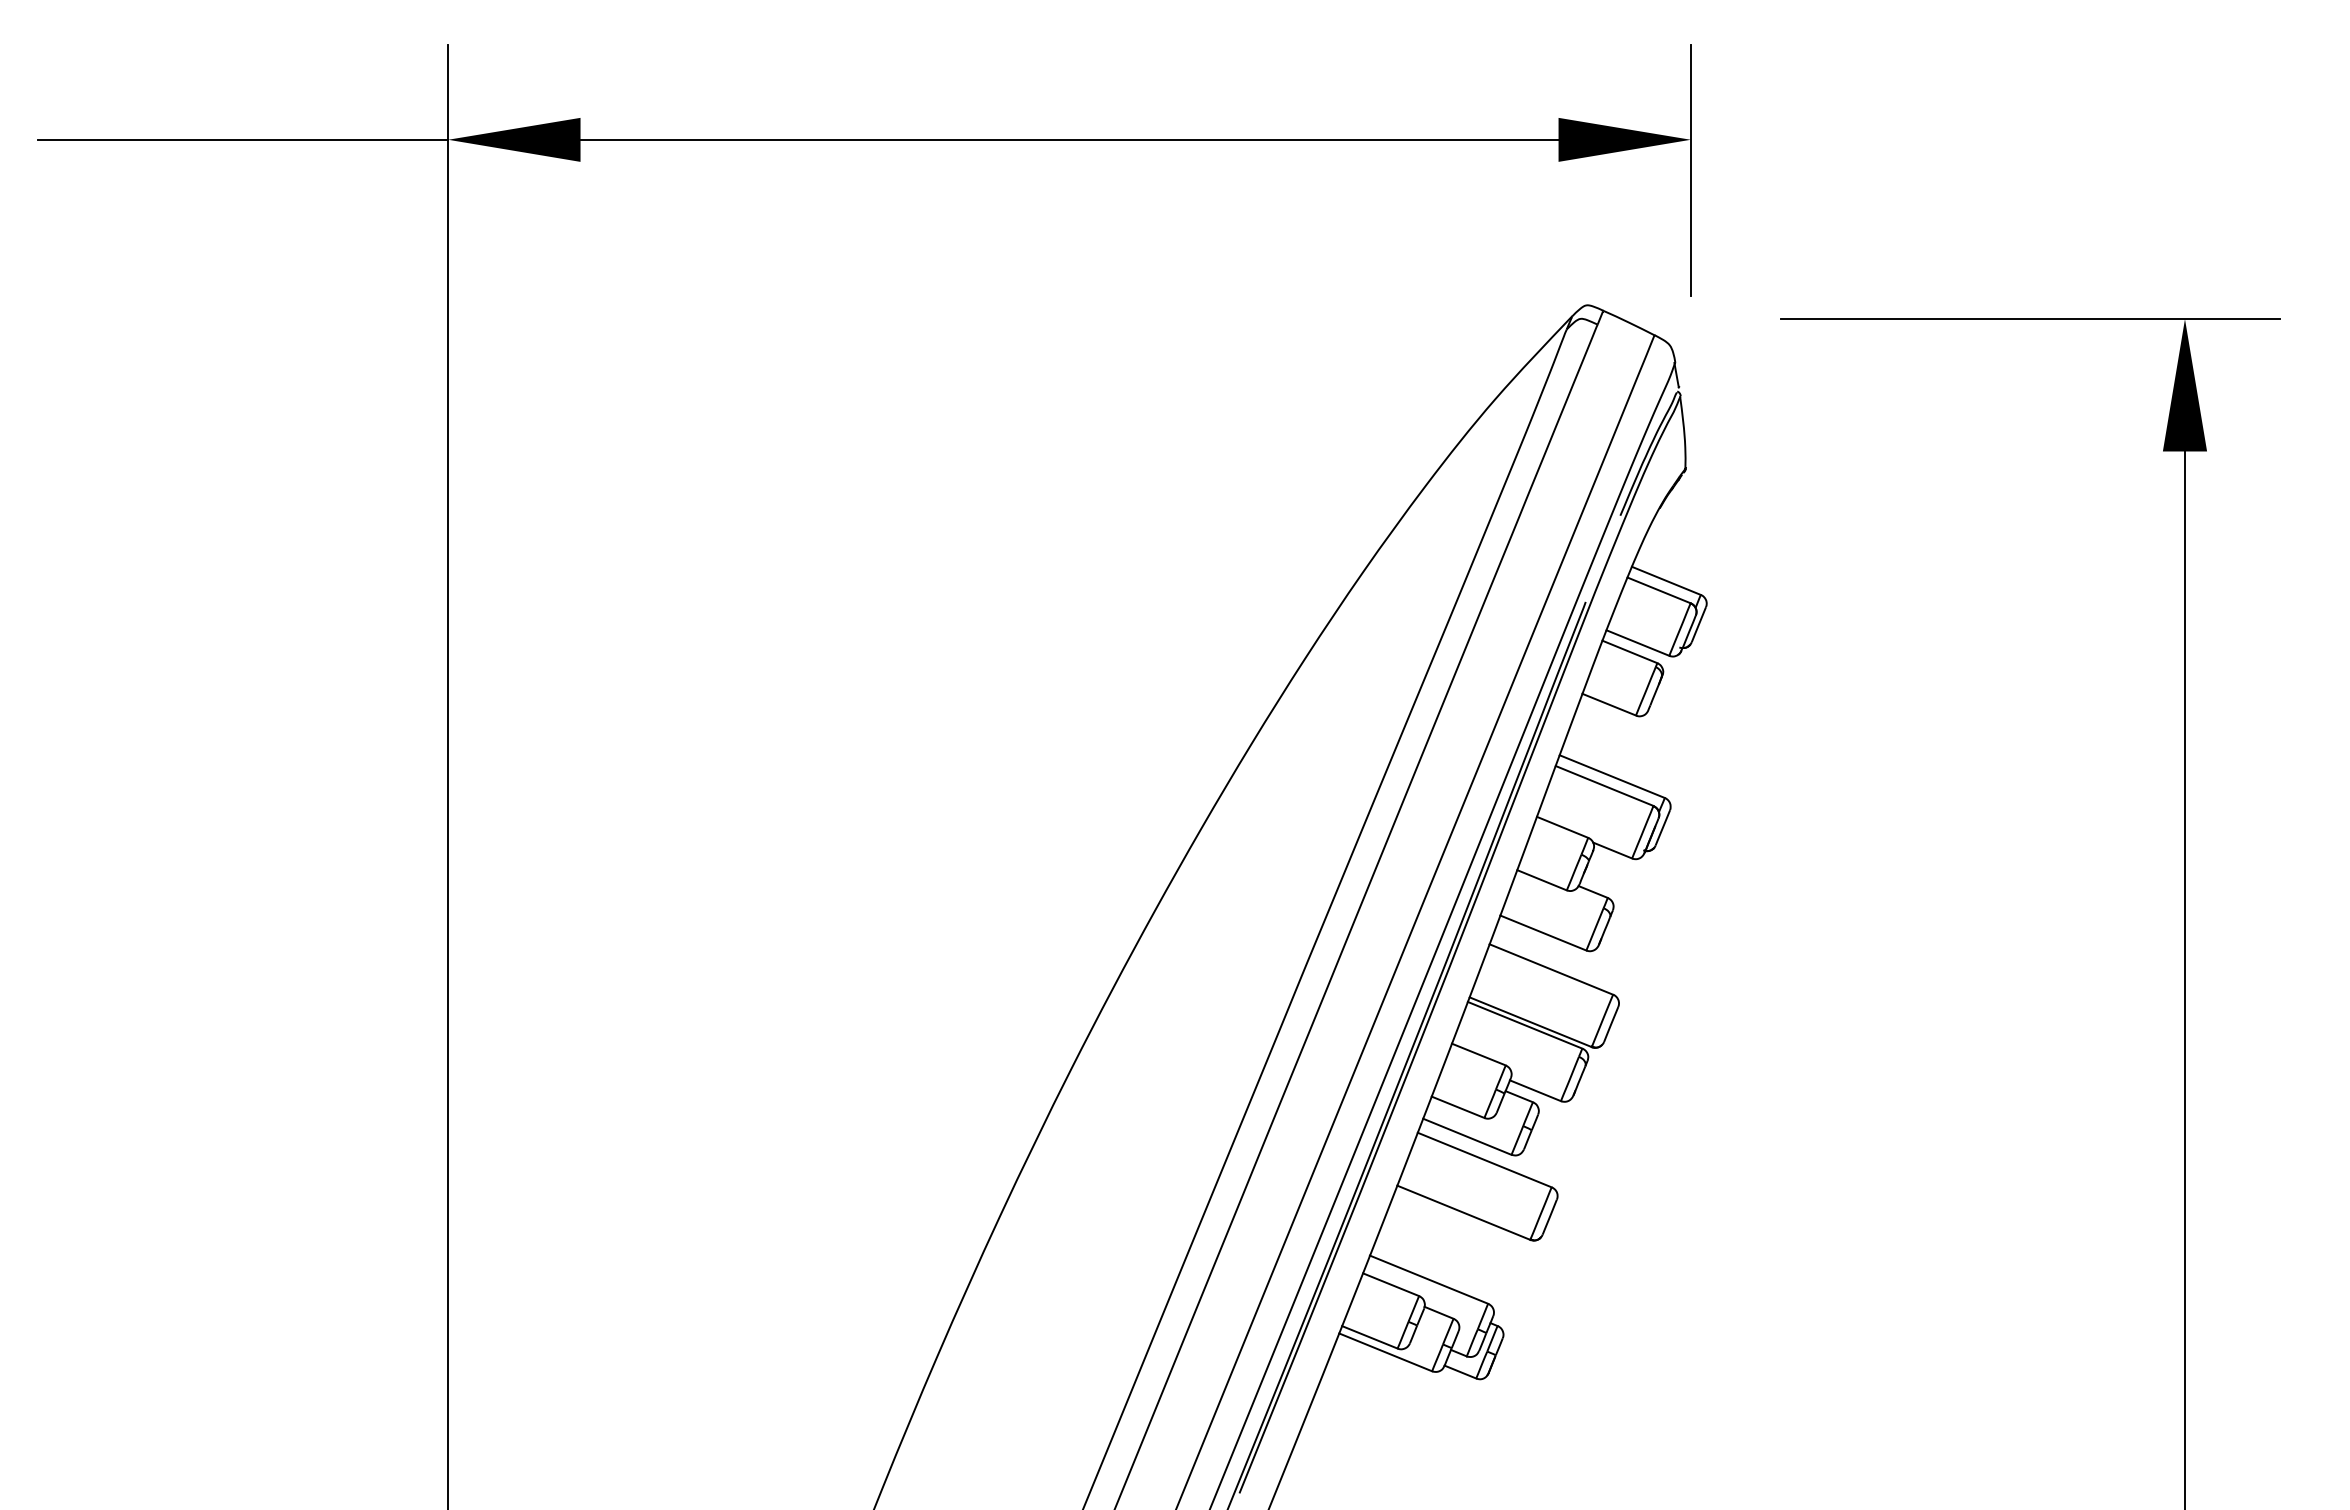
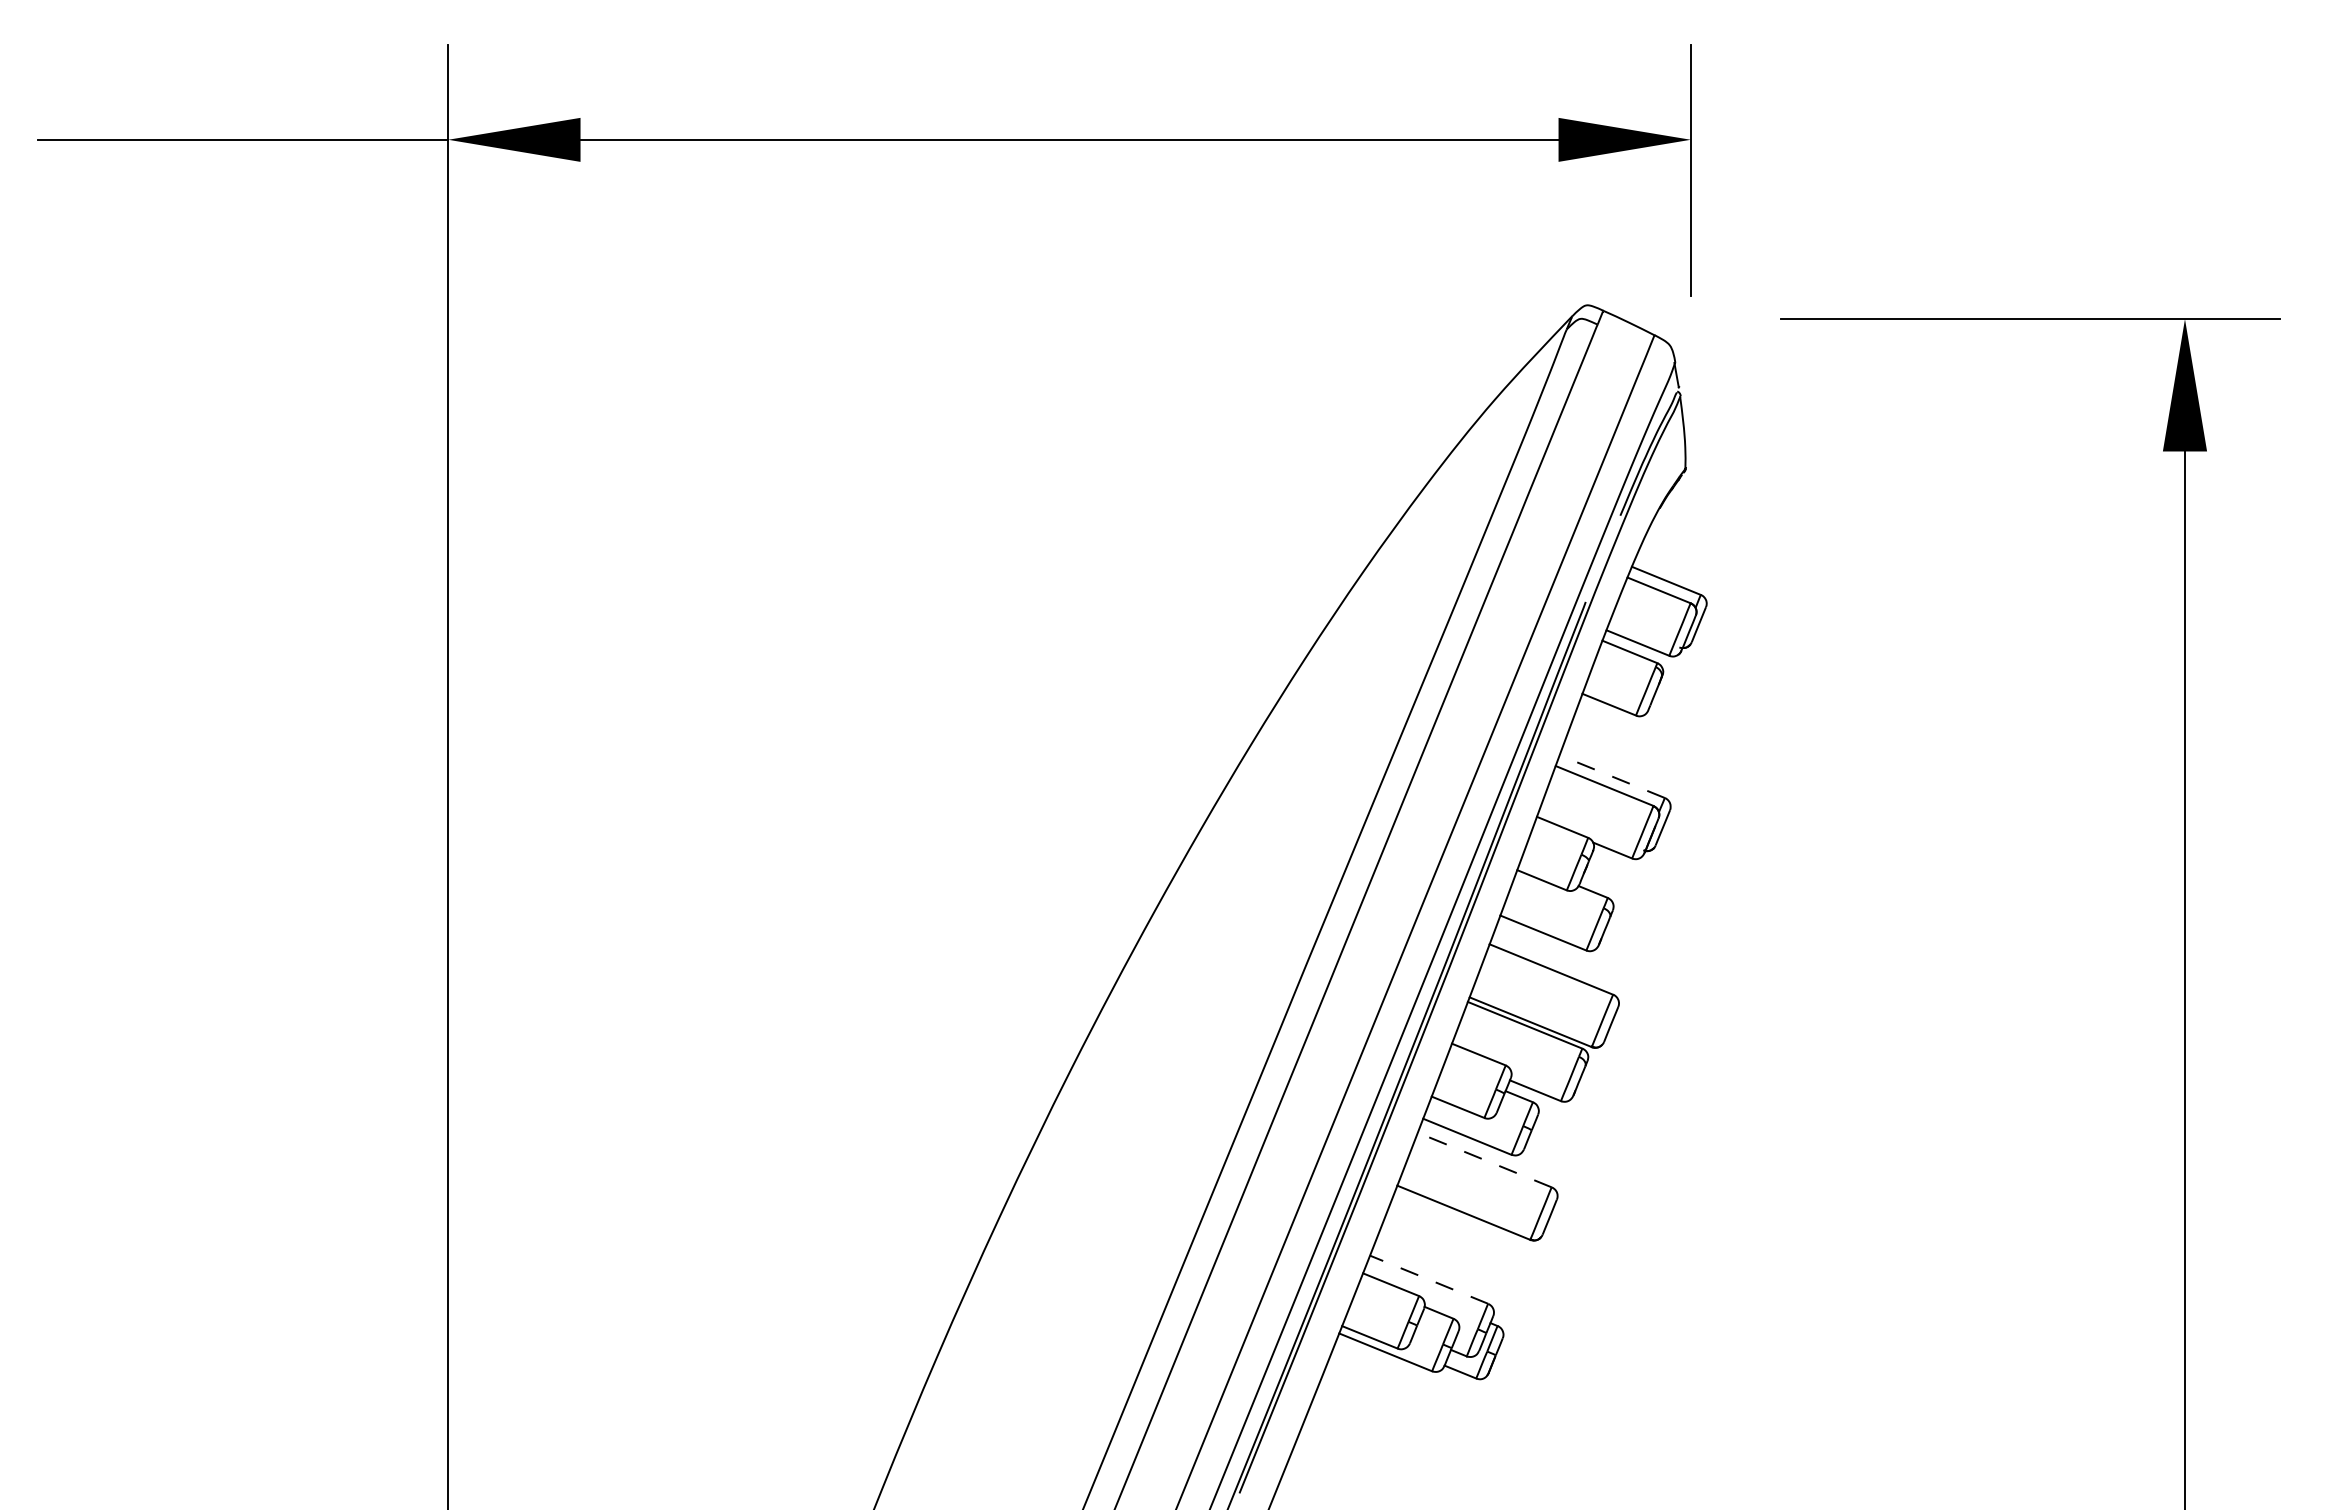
line at (1612, 776): solid -> dashed
line at (1484, 1159): solid -> dashed
line at (1429, 1279): solid -> dashed
